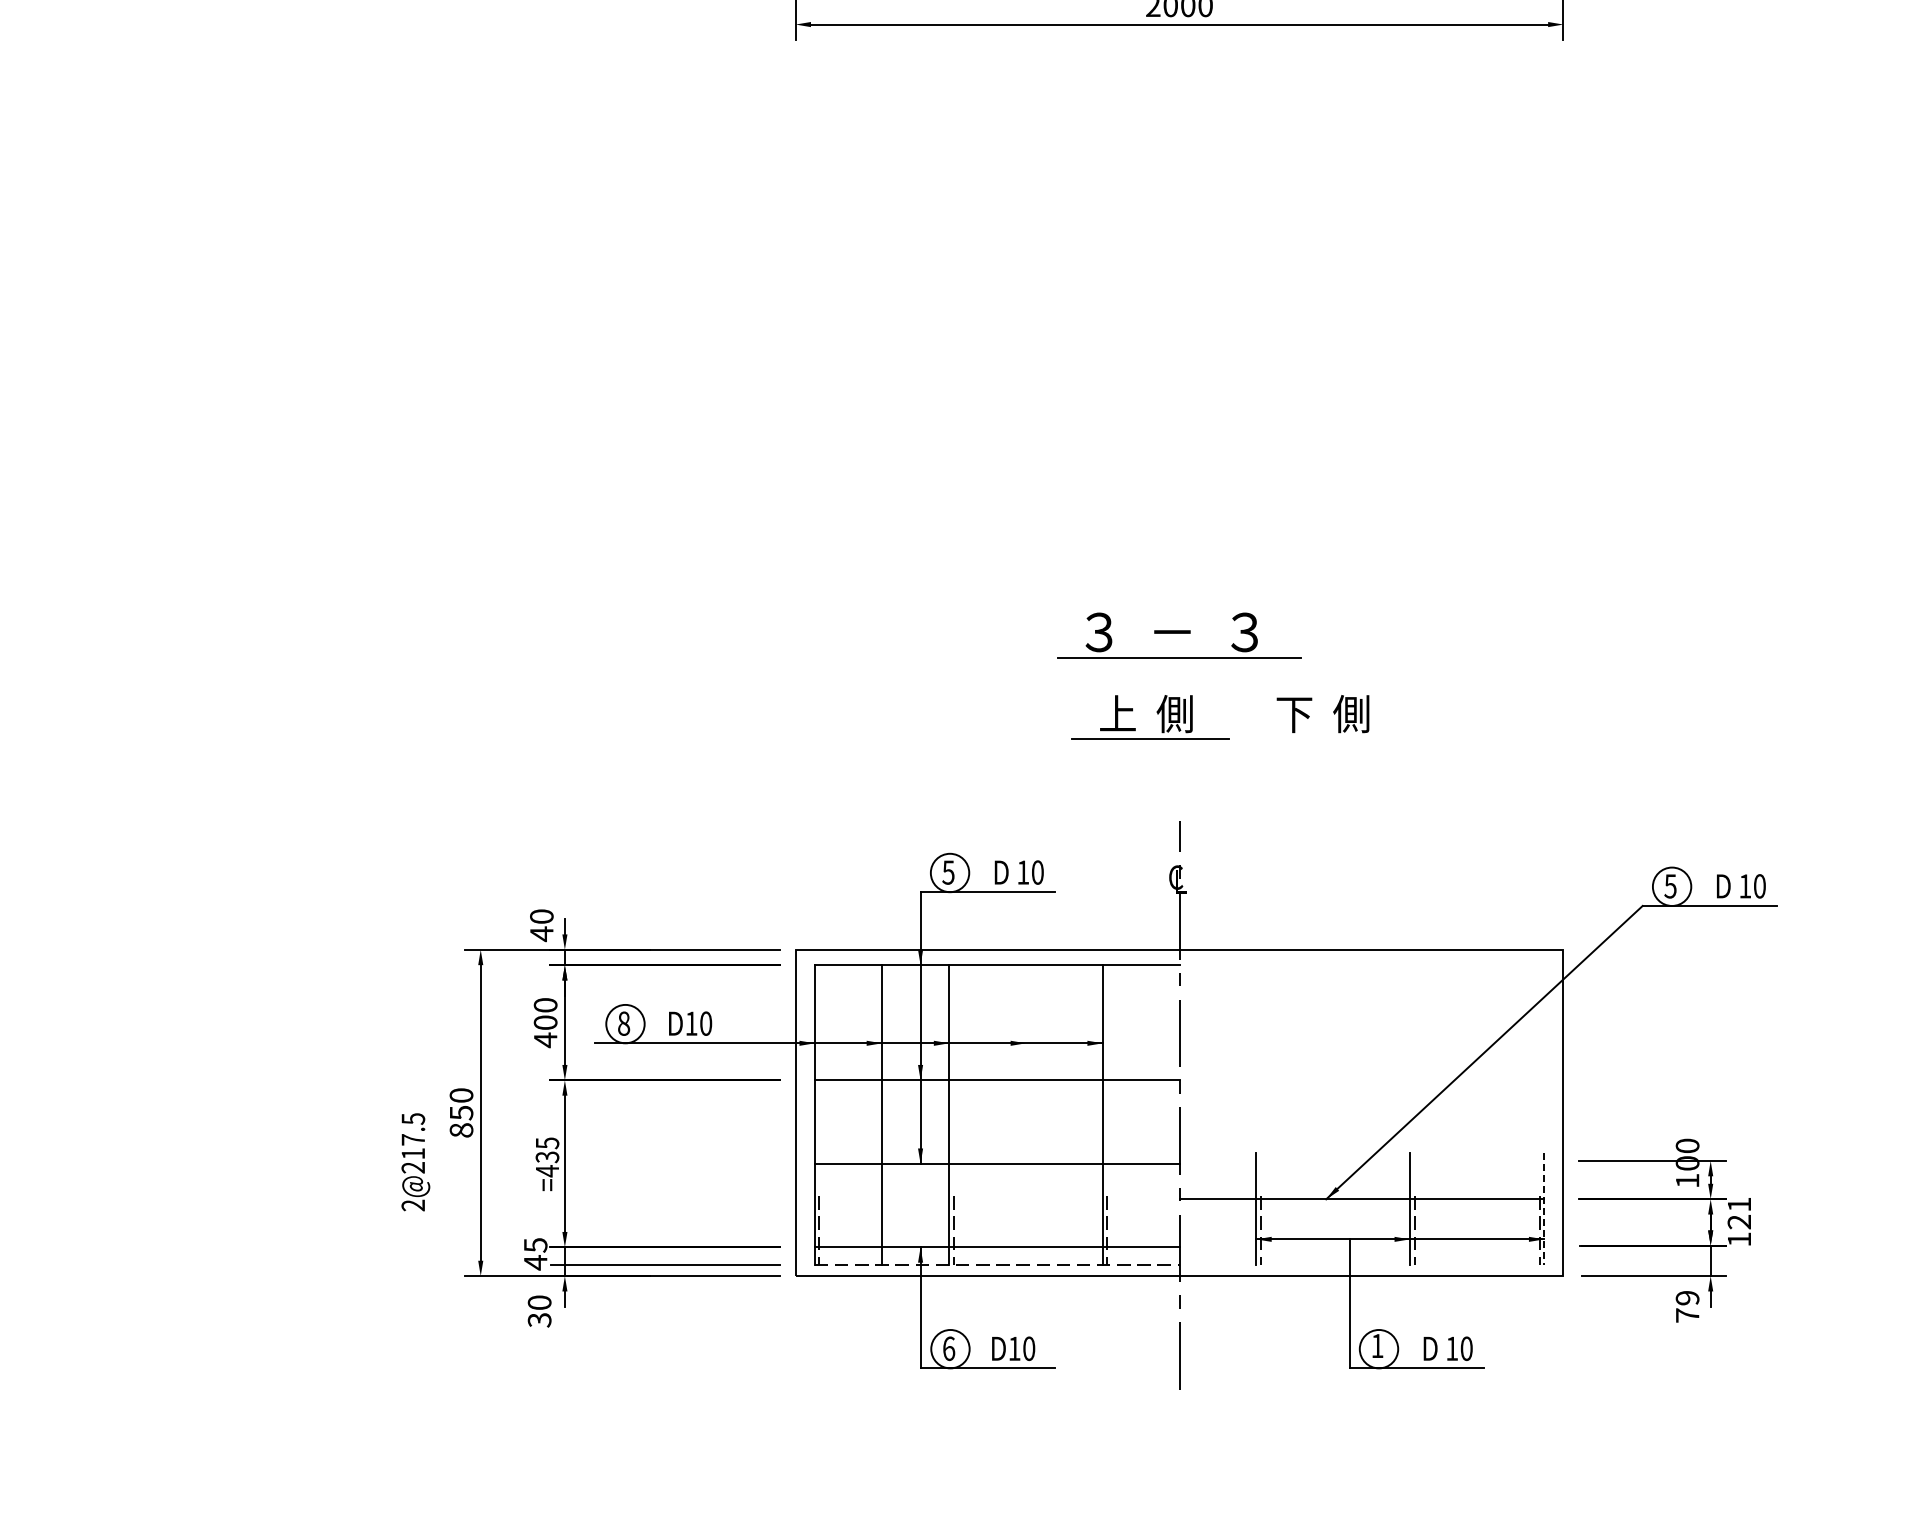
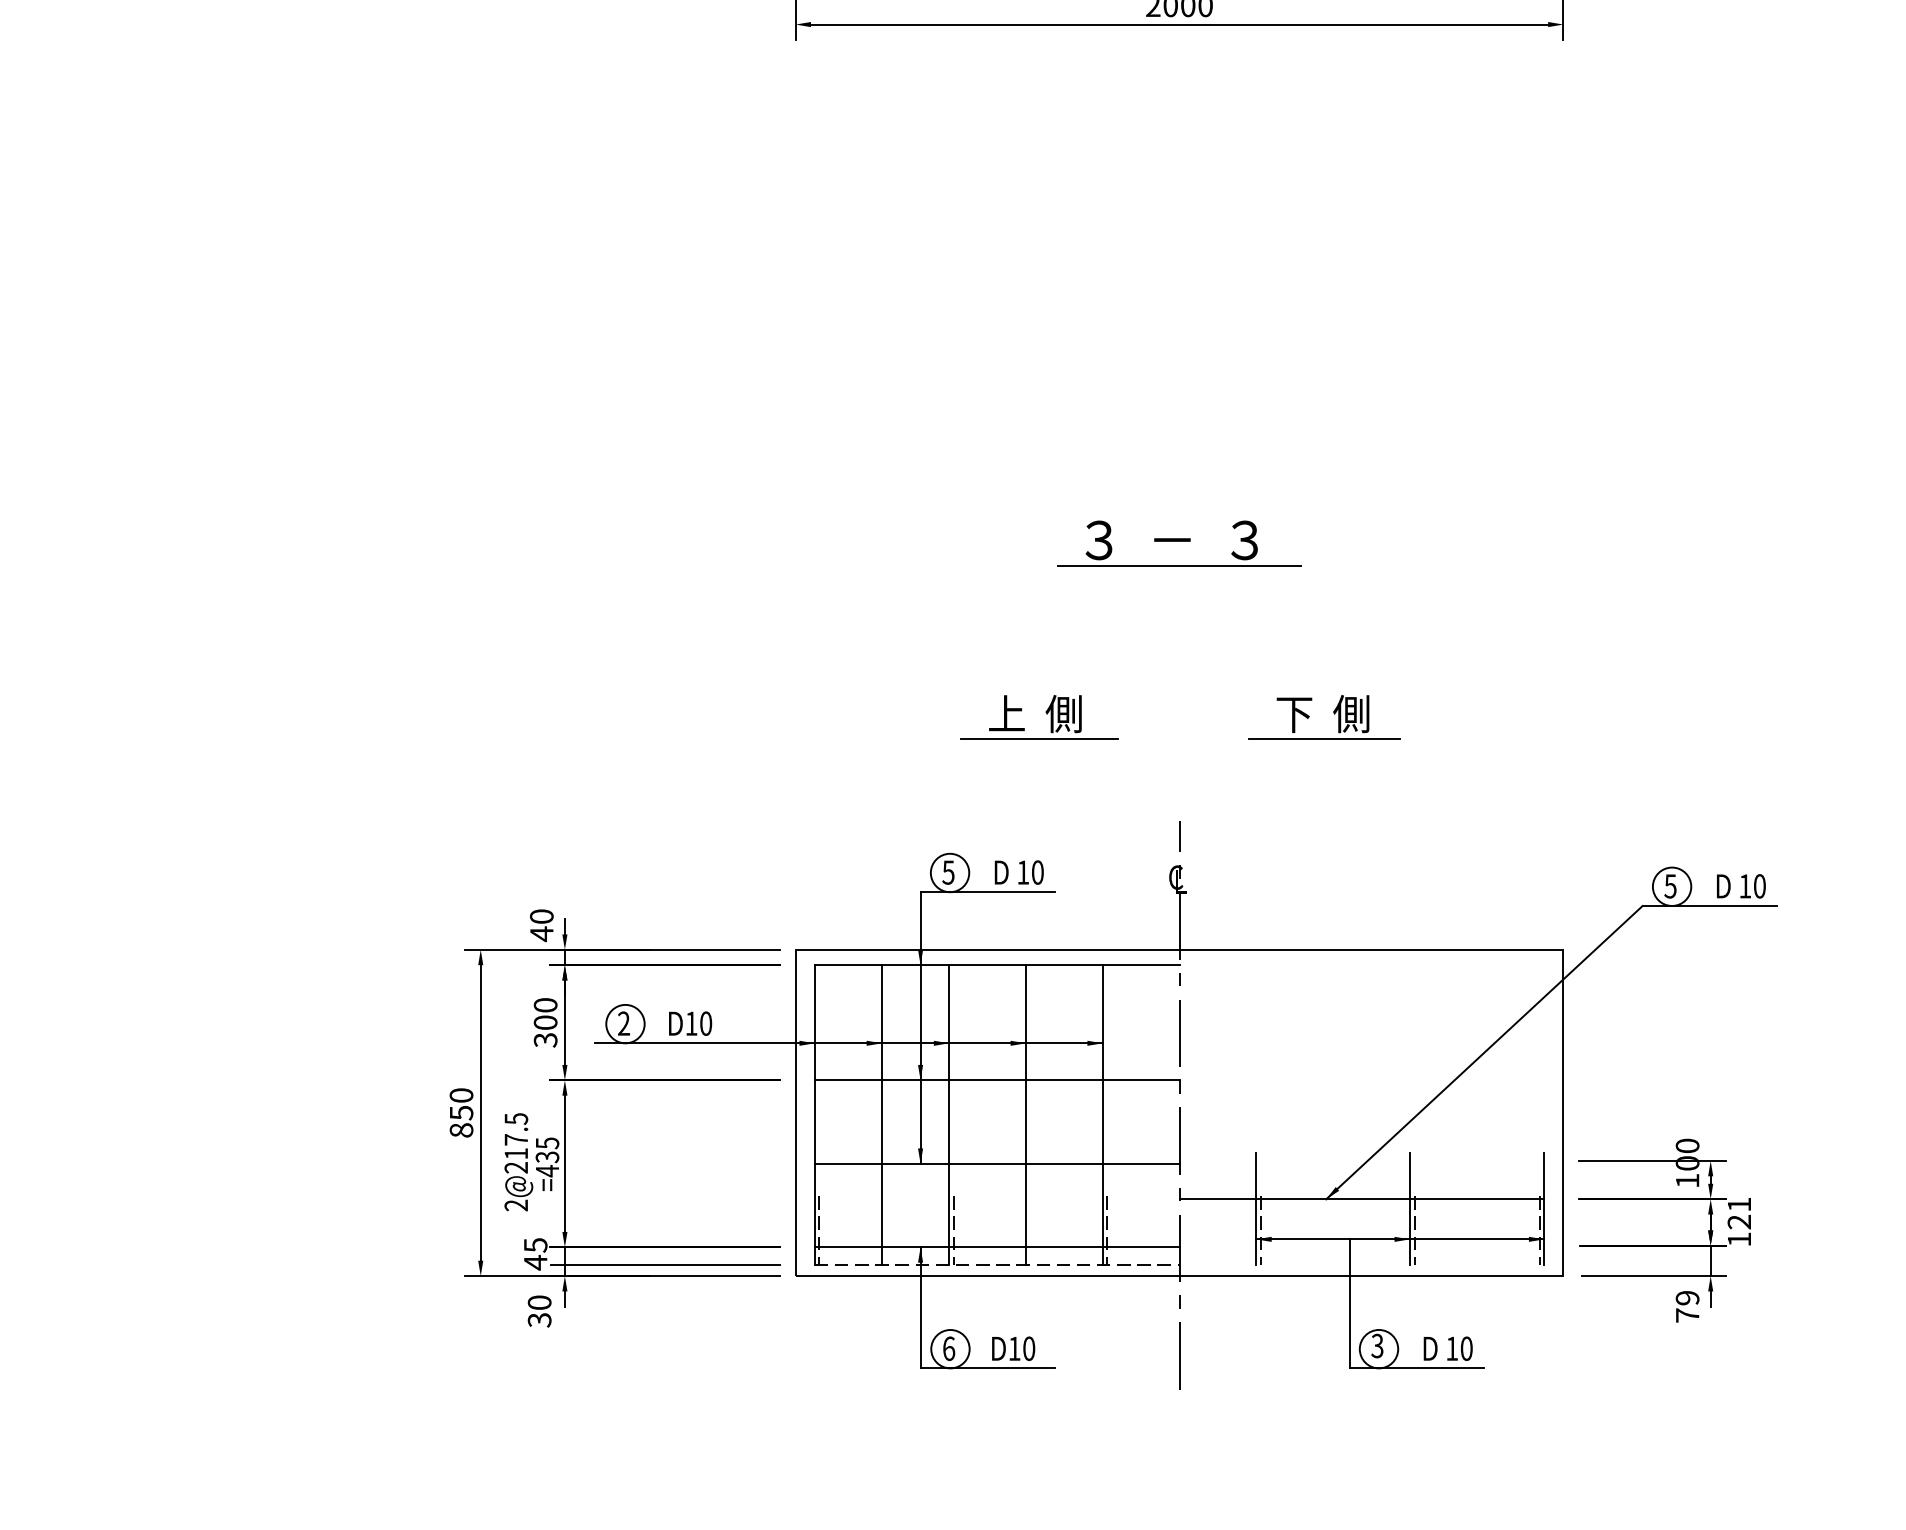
part at (1179, 635) position: (1179, 635) -> (1179, 543)
part at (1157, 714) position: (1157, 714) -> (1046, 714)
line at (1323, 738): none -> present
text at (624, 1023): 8 -> 2
text at (545, 1040): 400 -> 300
line at (1025, 1114): none -> present
text at (415, 1162) position: (415, 1162) -> (518, 1162)
line at (1544, 1208): dashed -> solid
text at (1377, 1345): 1 -> 3
